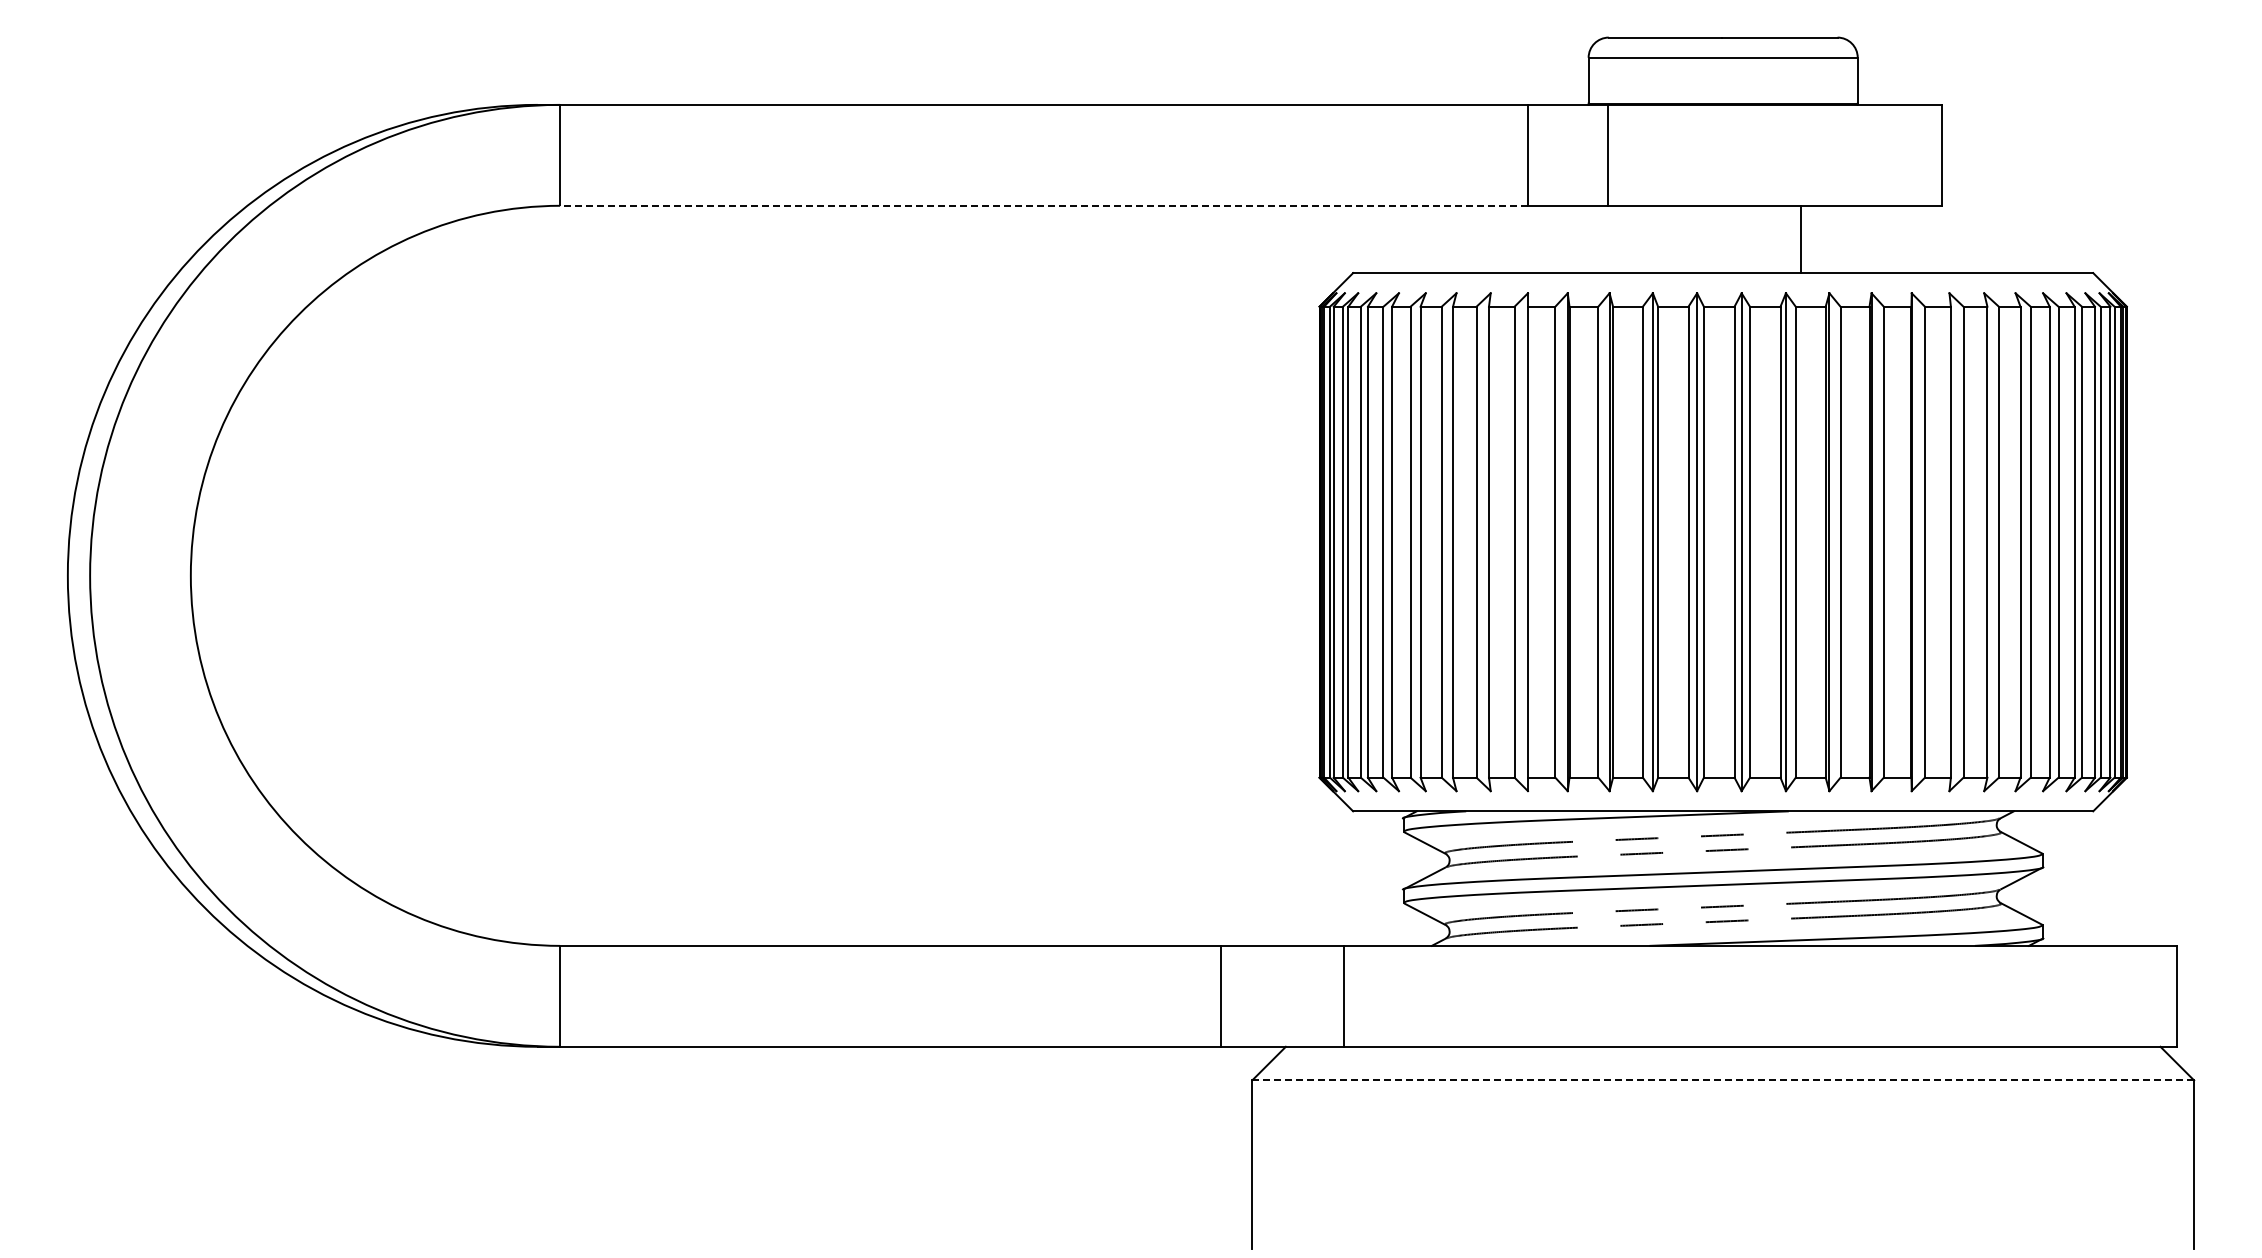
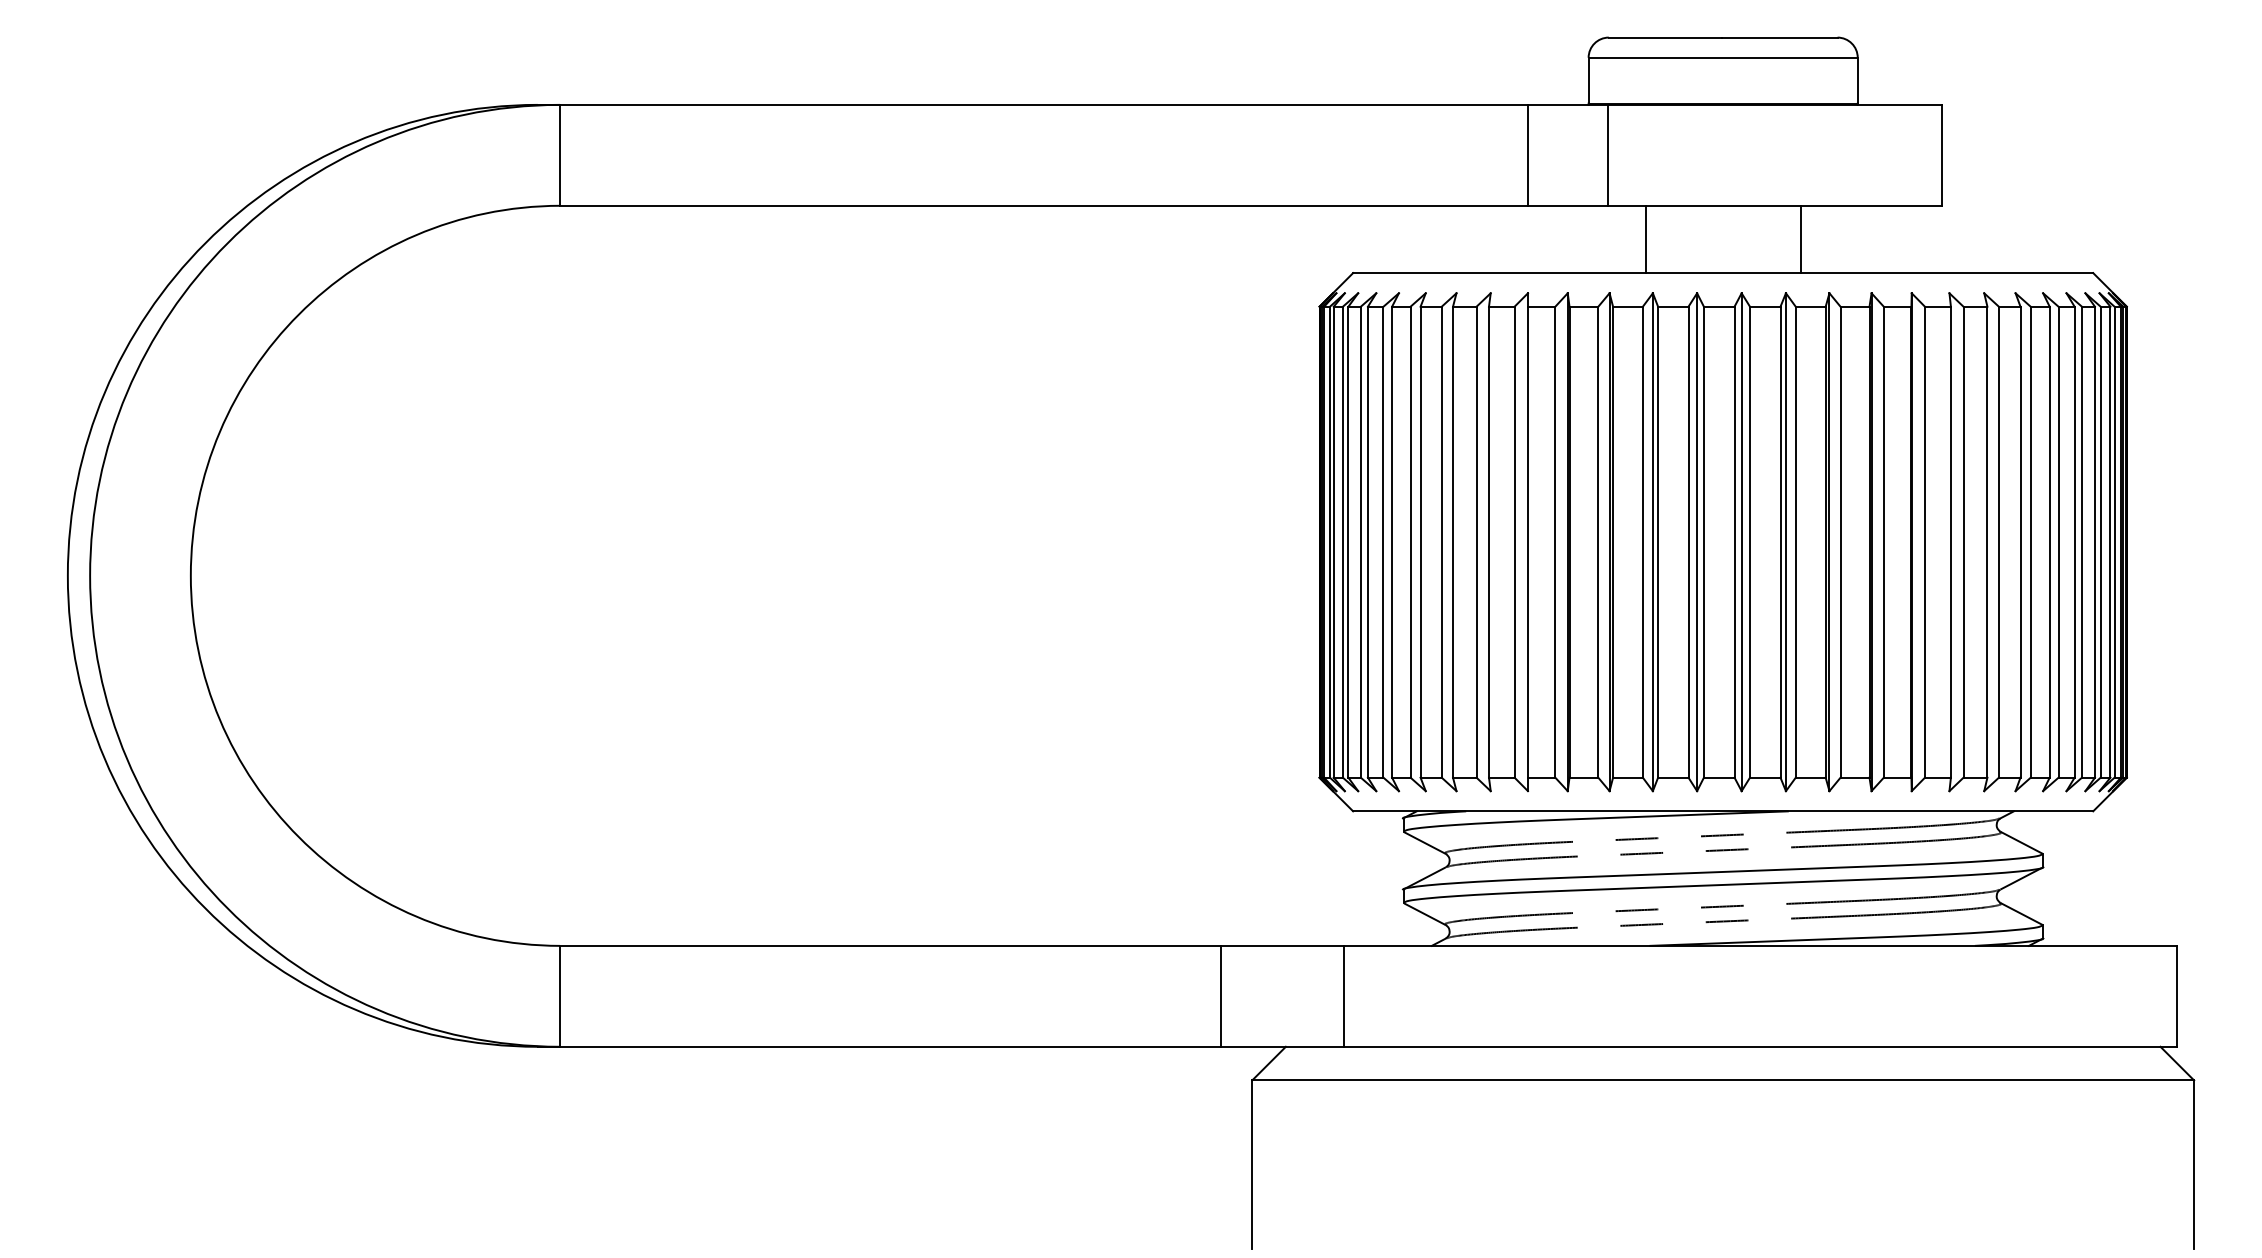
line at (1043, 205): dashed -> solid
line at (1645, 239): none -> present
line at (1723, 1080): dashed -> solid
